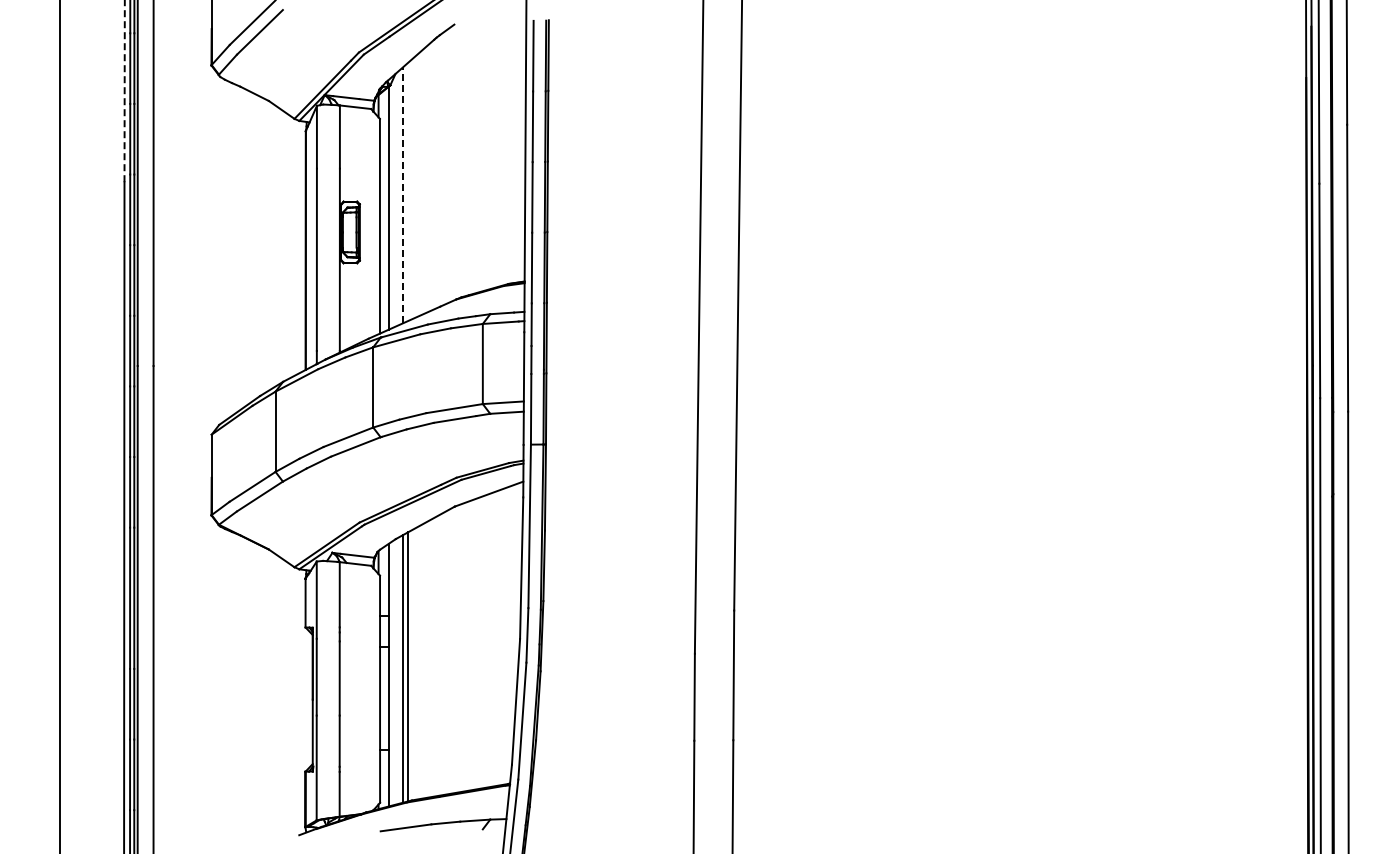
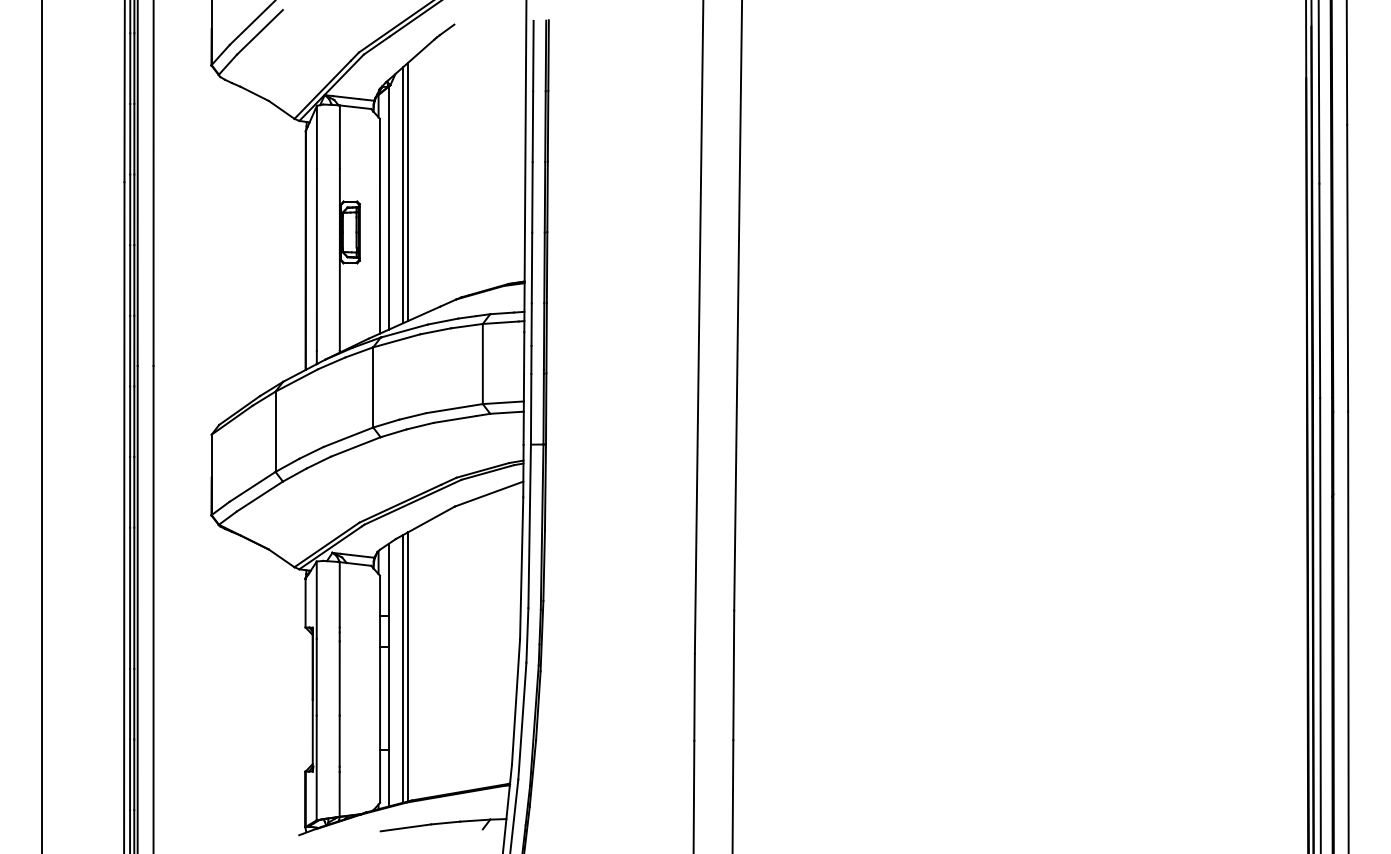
line at (124, 91): dashed -> solid
line at (407, 192): none -> present
line at (402, 195): dashed -> solid
line at (59, 426) position: (59, 426) -> (41, 426)
